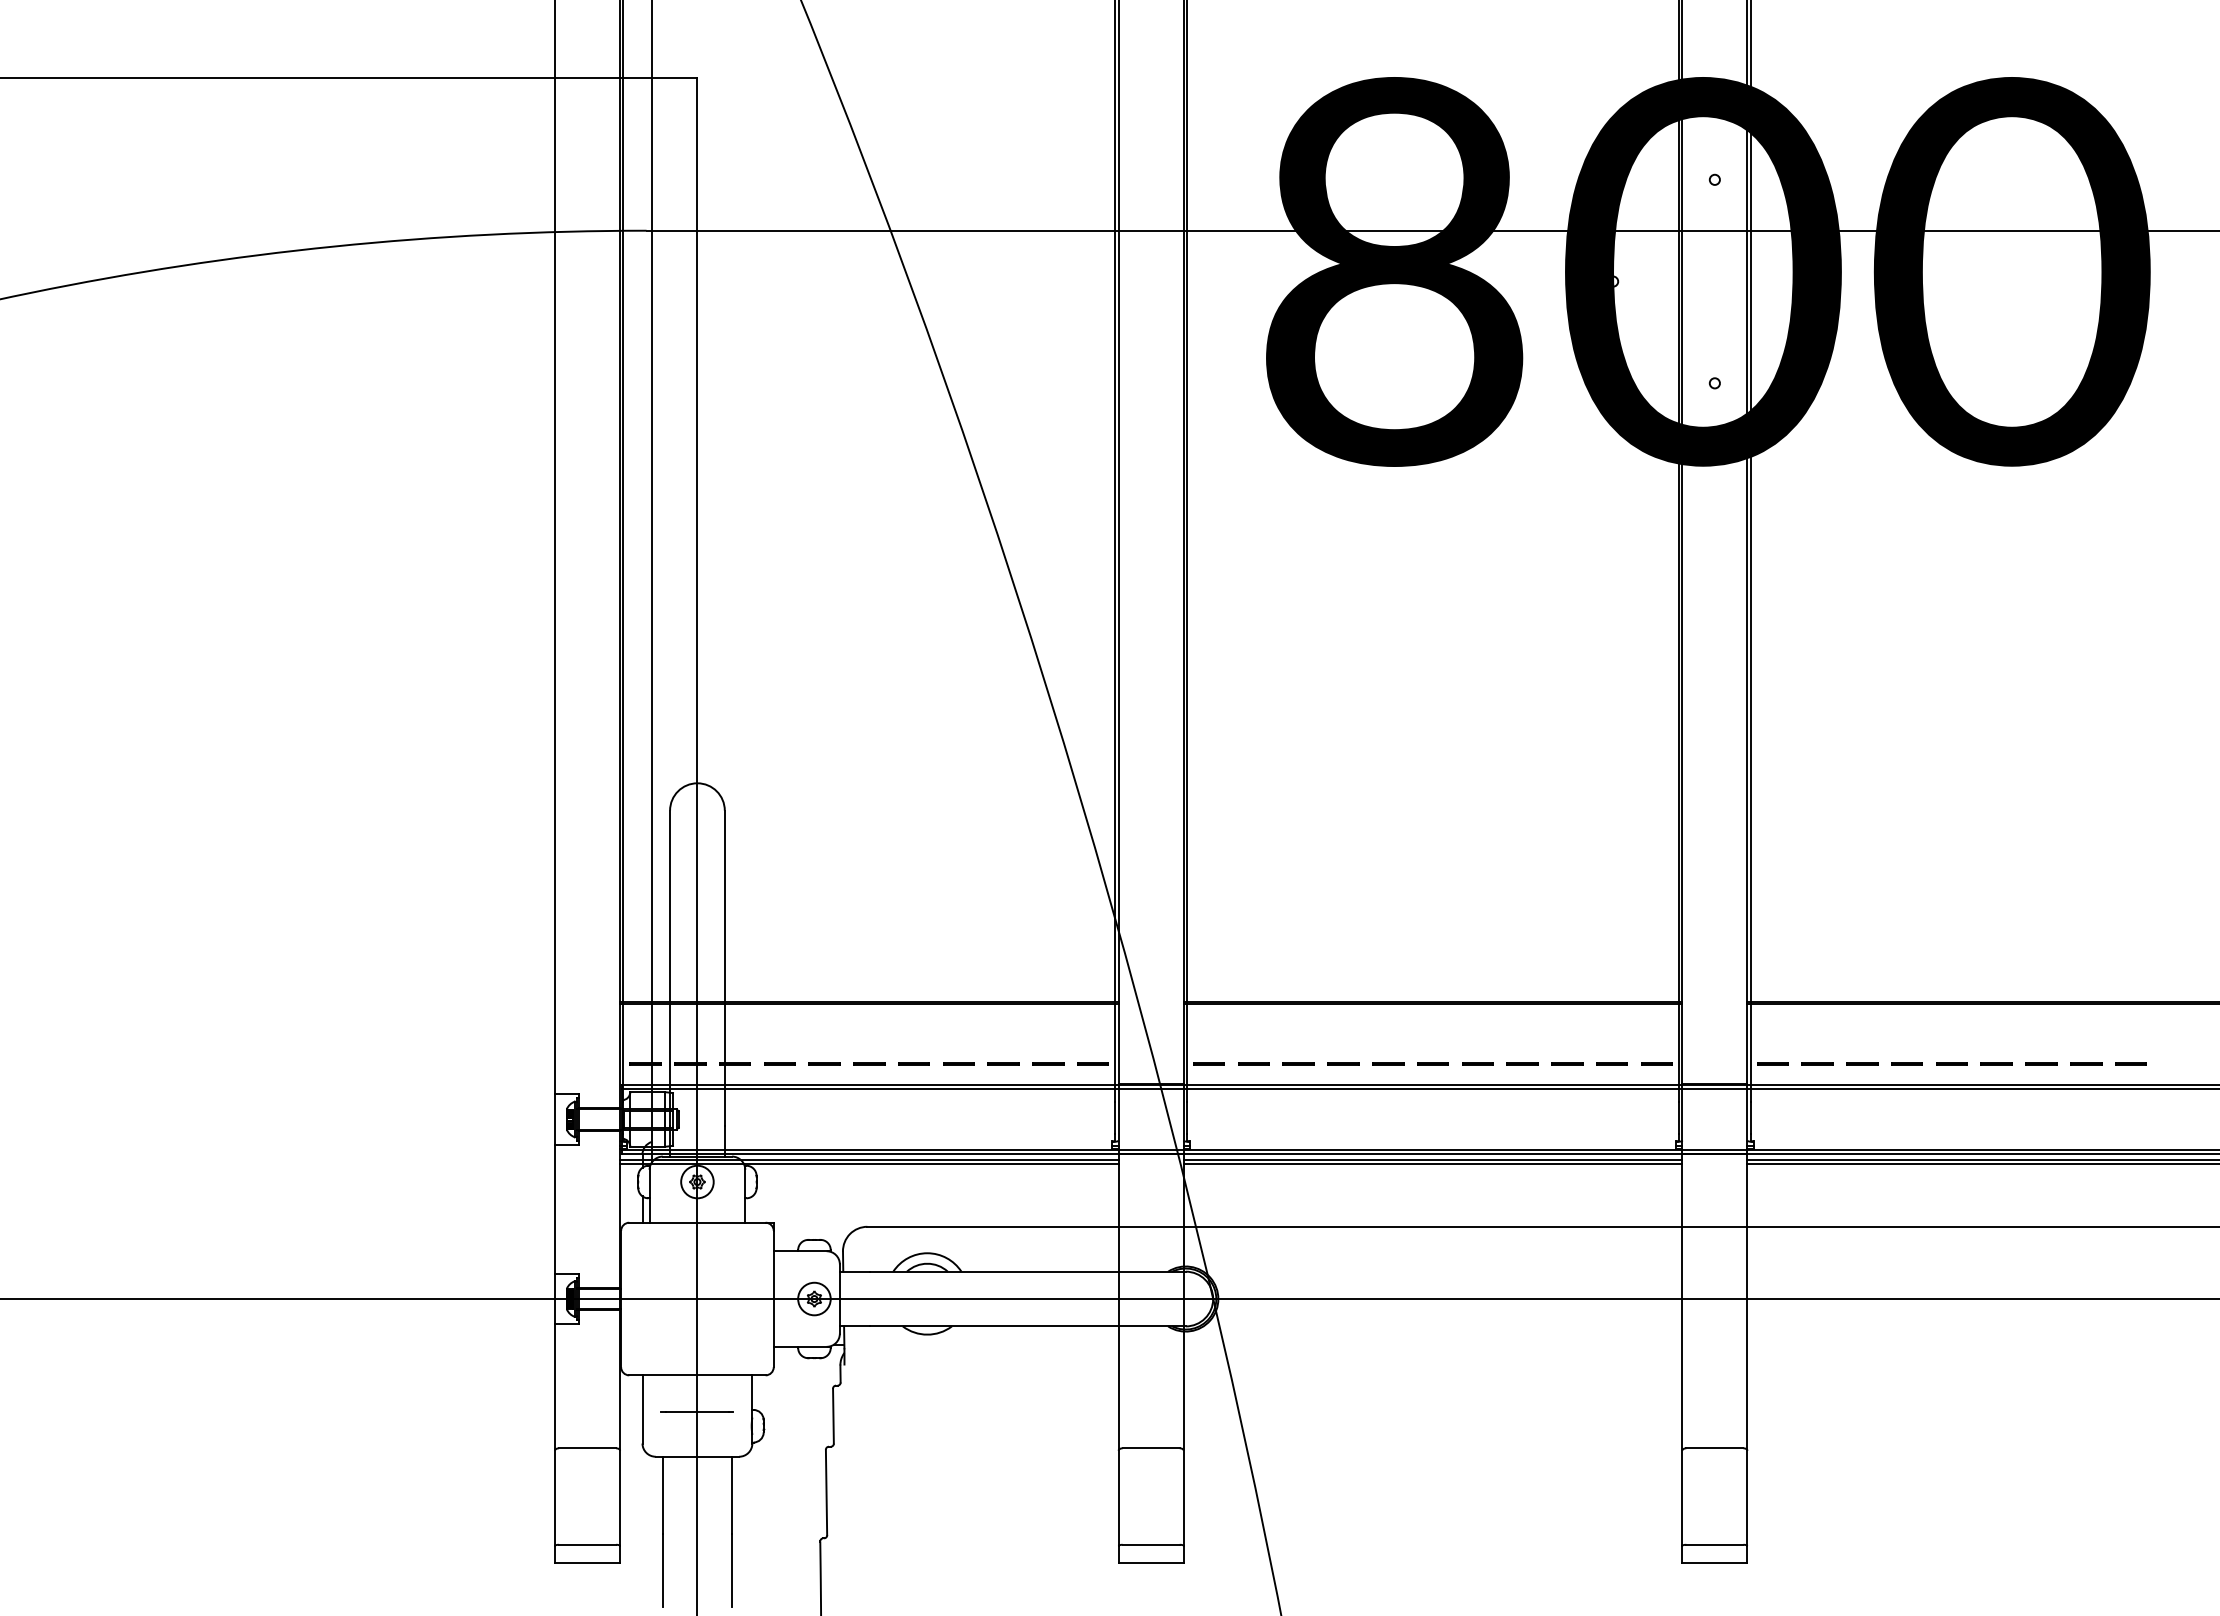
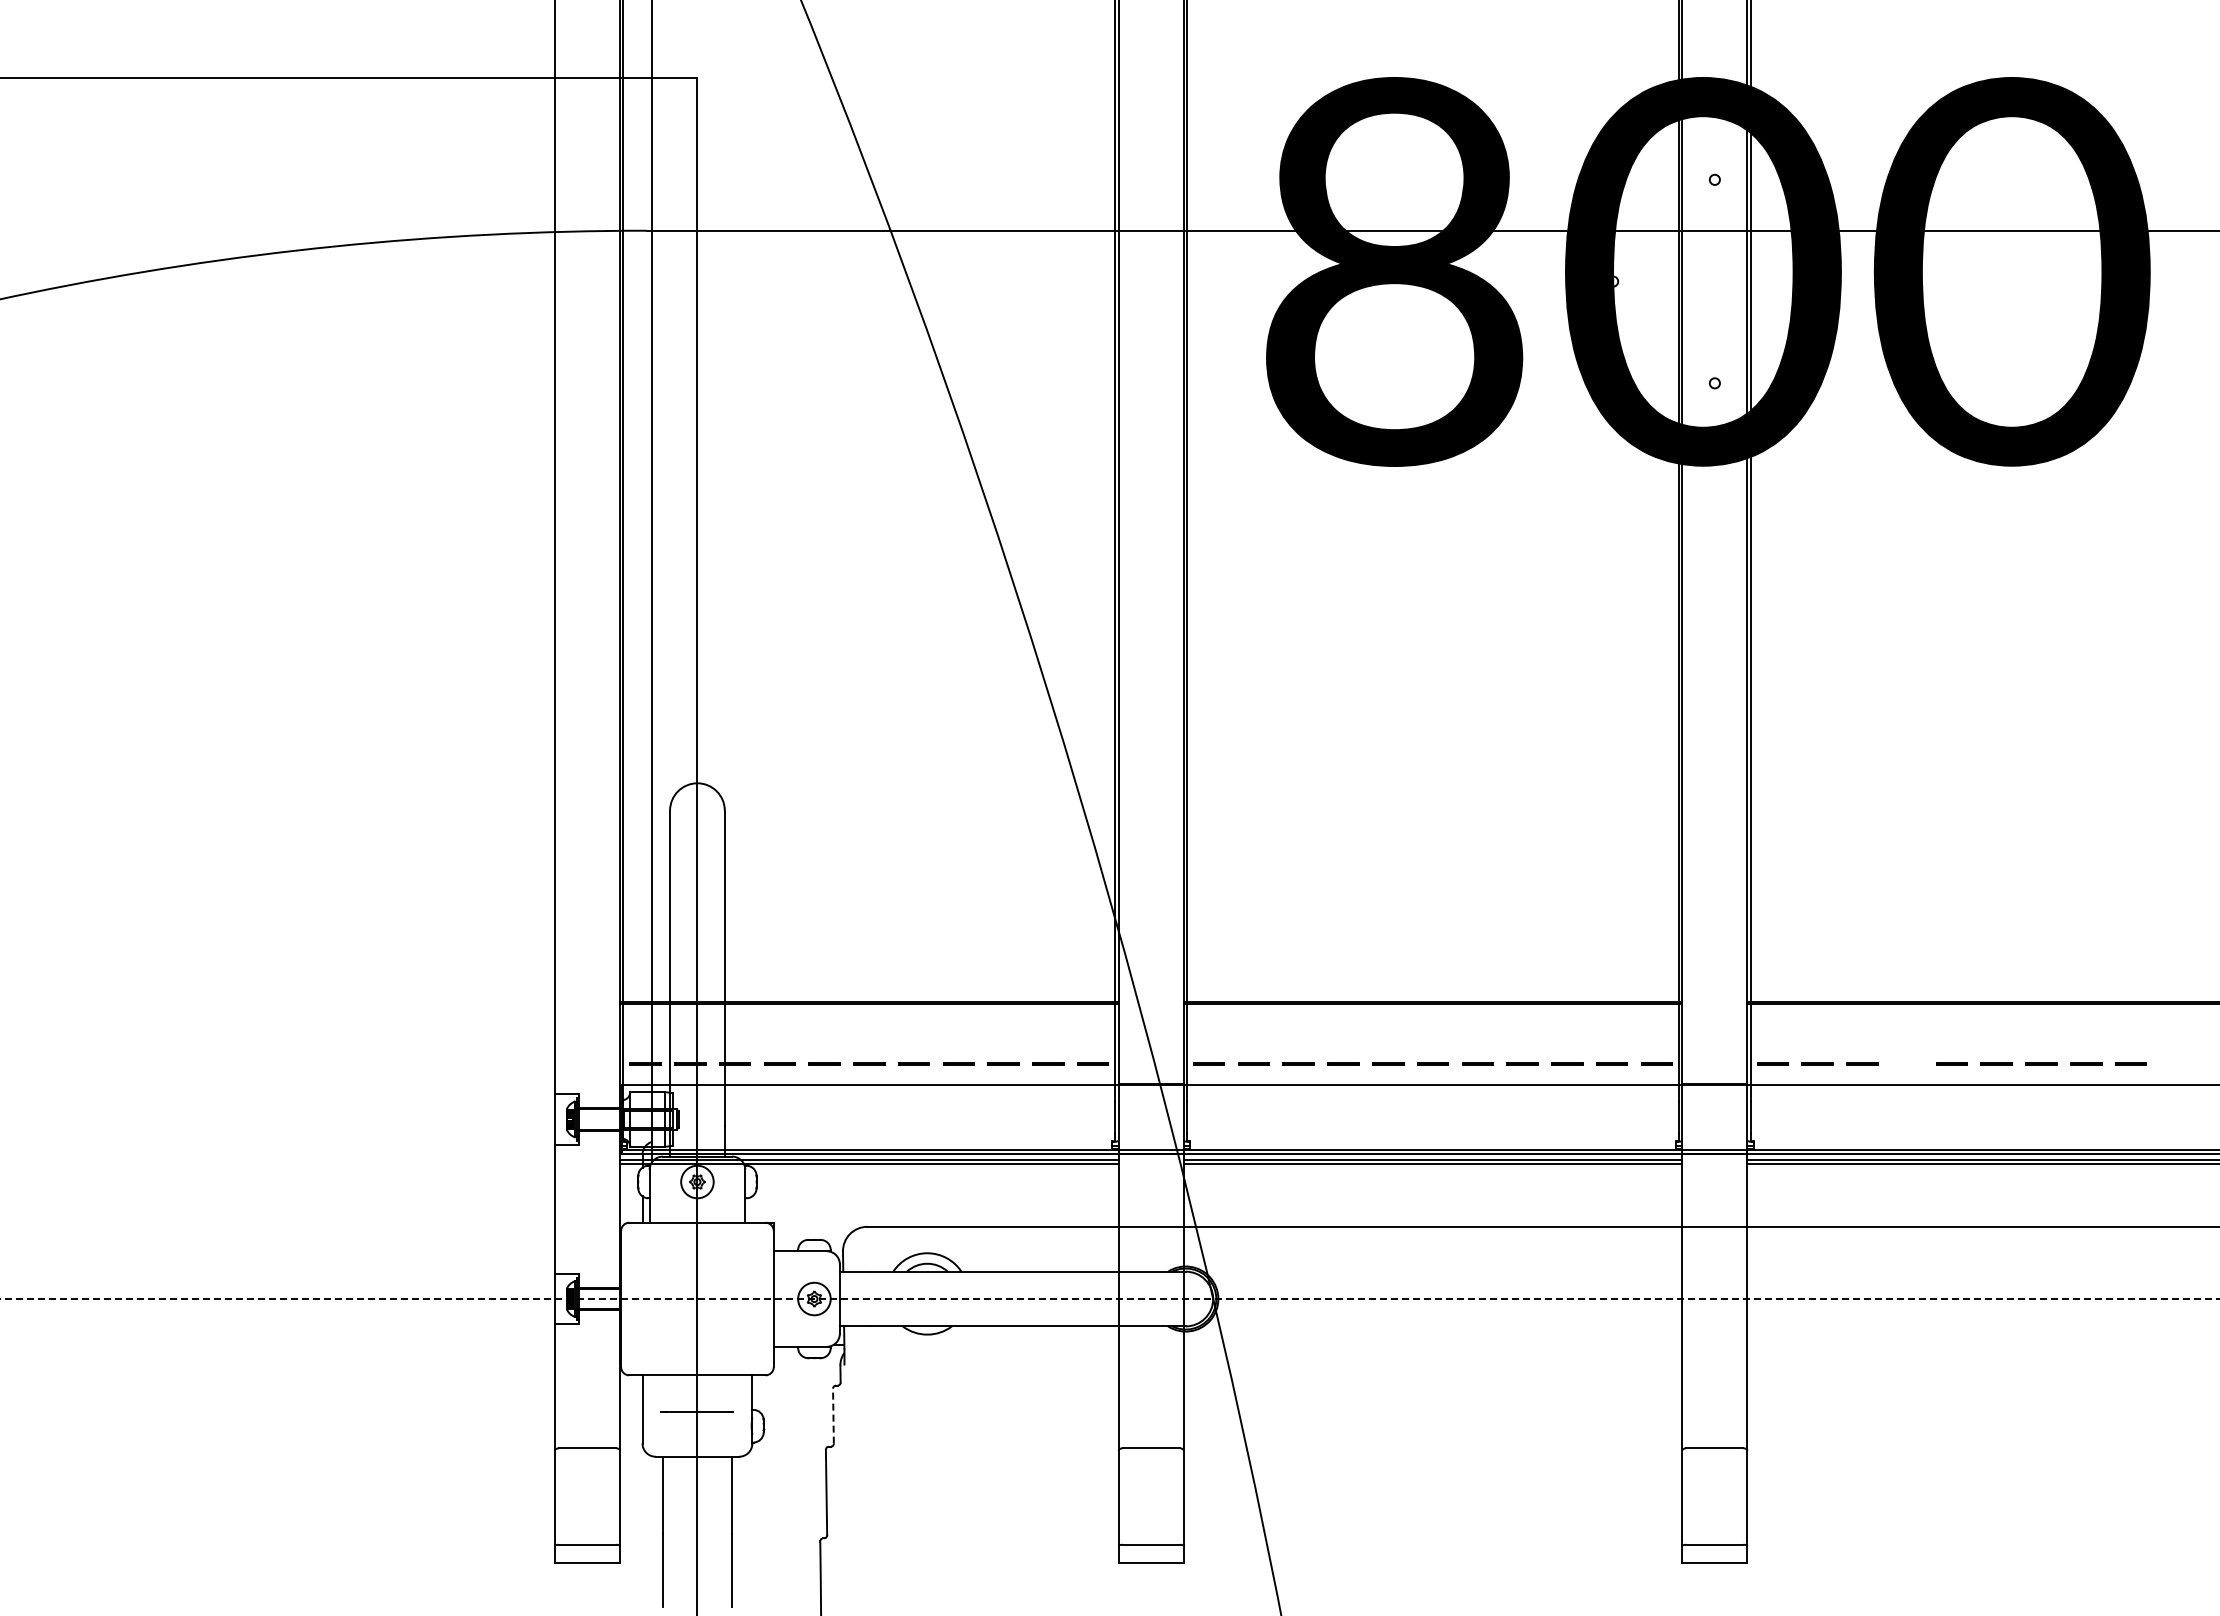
line at (1906, 1063): present -> none
line at (1419, 1089): present -> none
line at (1110, 1299): solid -> dashed
line at (833, 1415): solid -> dashed
